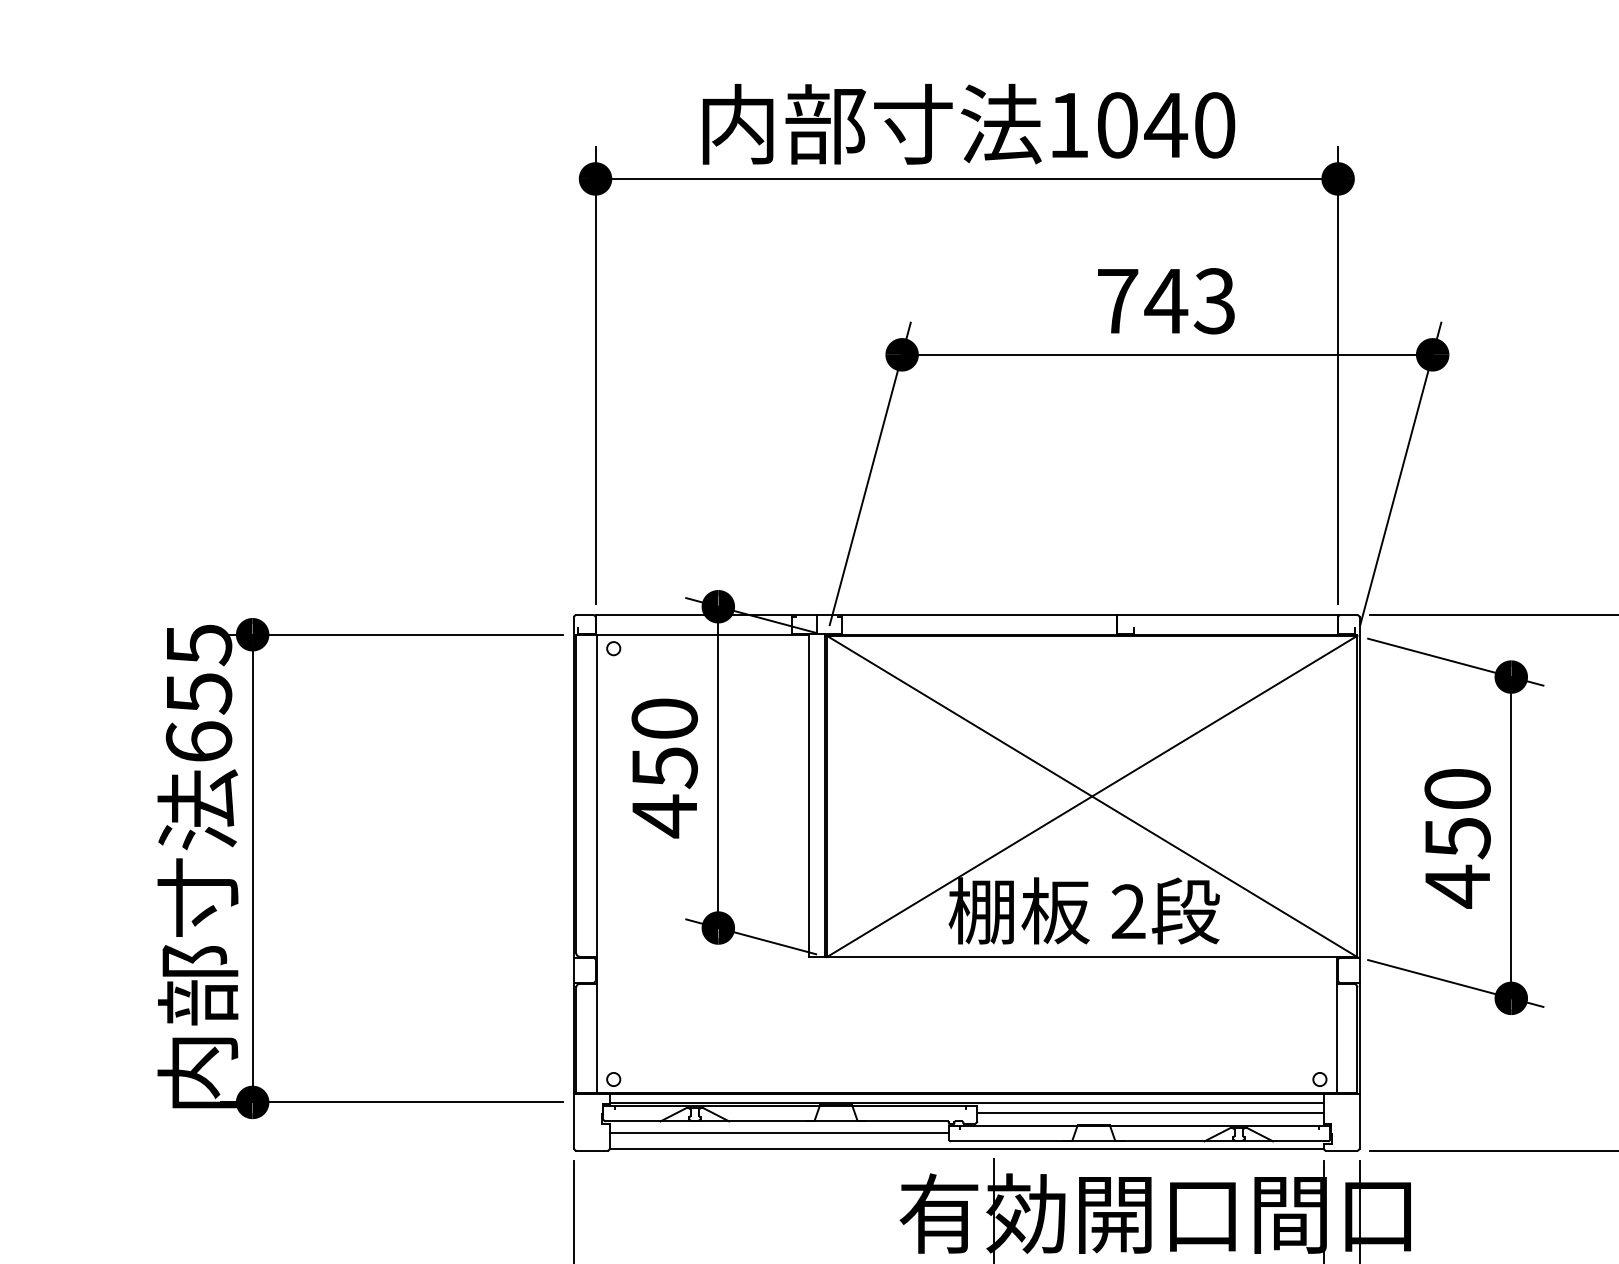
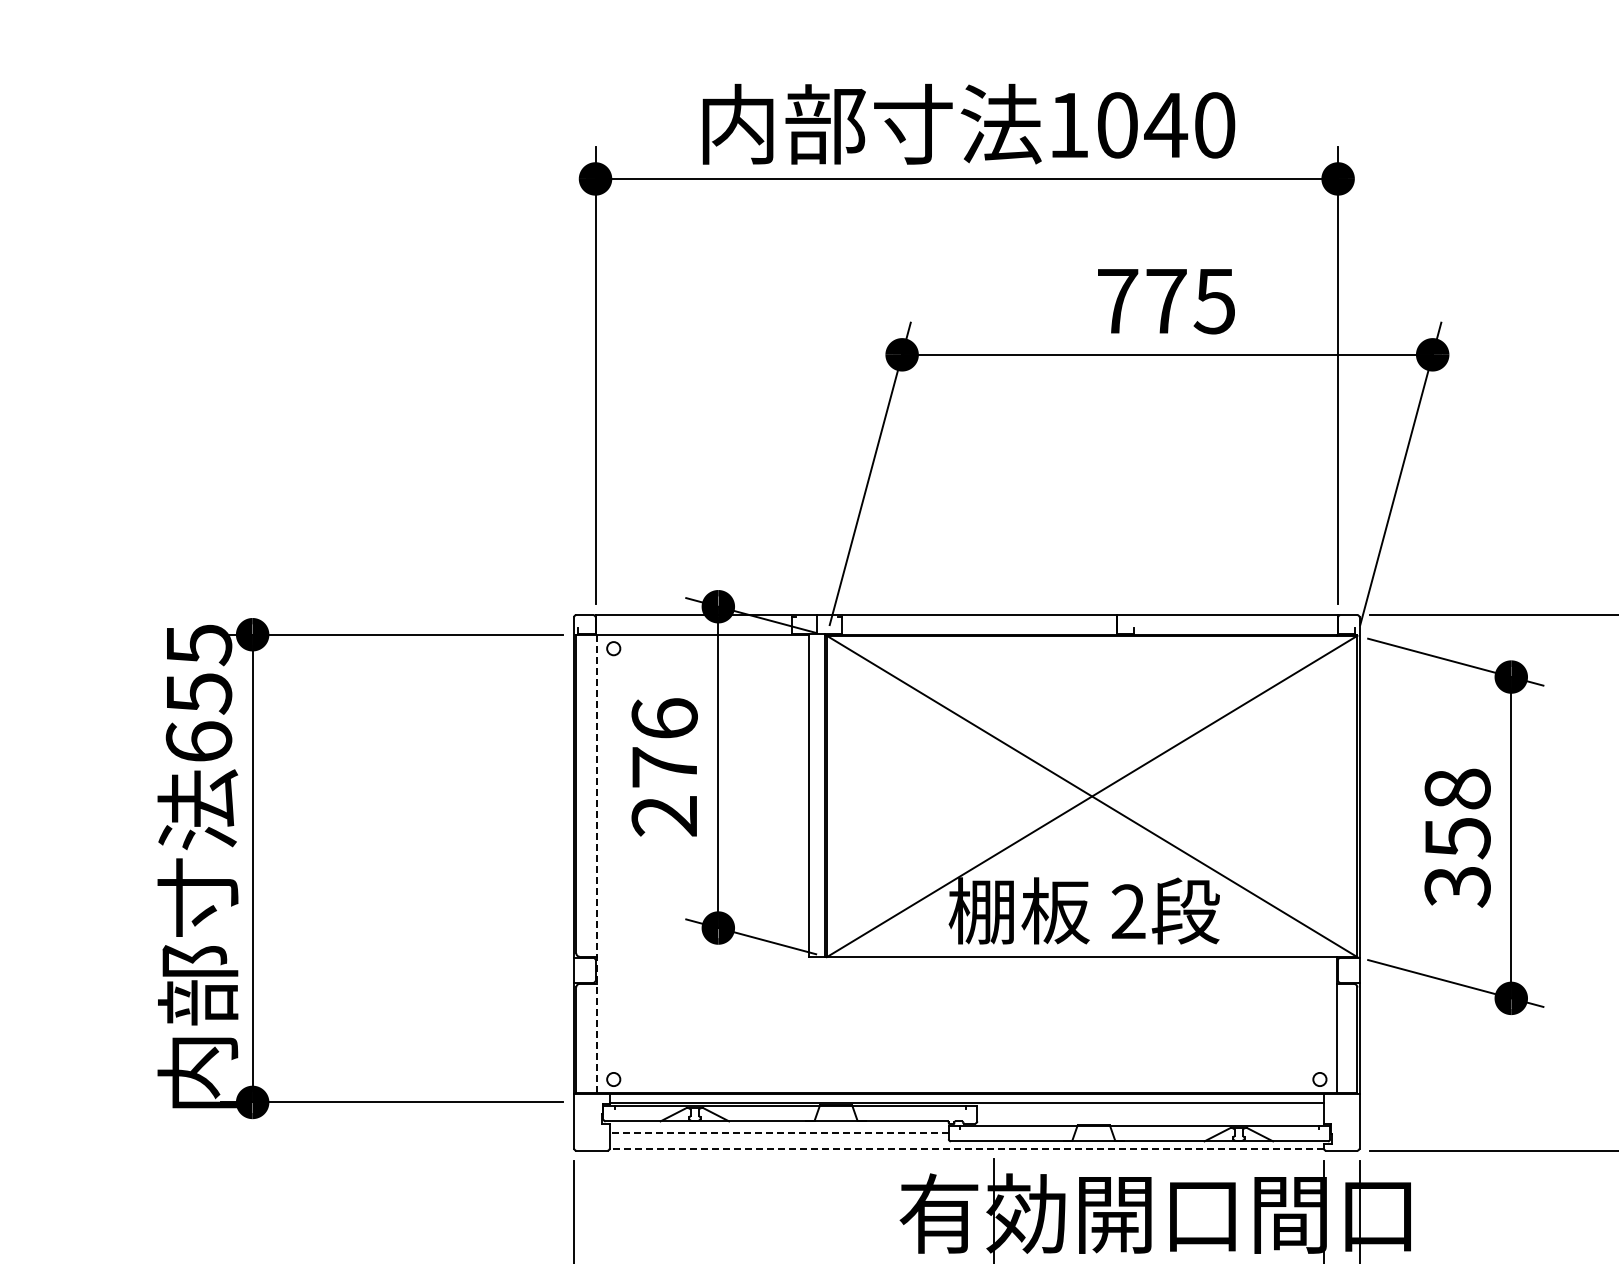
text at (1189, 301): 743 -> 775
text at (664, 768): 450 -> 276
text at (1457, 838): 450 -> 358
line at (596, 864): solid -> dashed
line at (1150, 1113): present -> none
line at (778, 1133): solid -> dashed
line at (966, 1148): solid -> dashed
